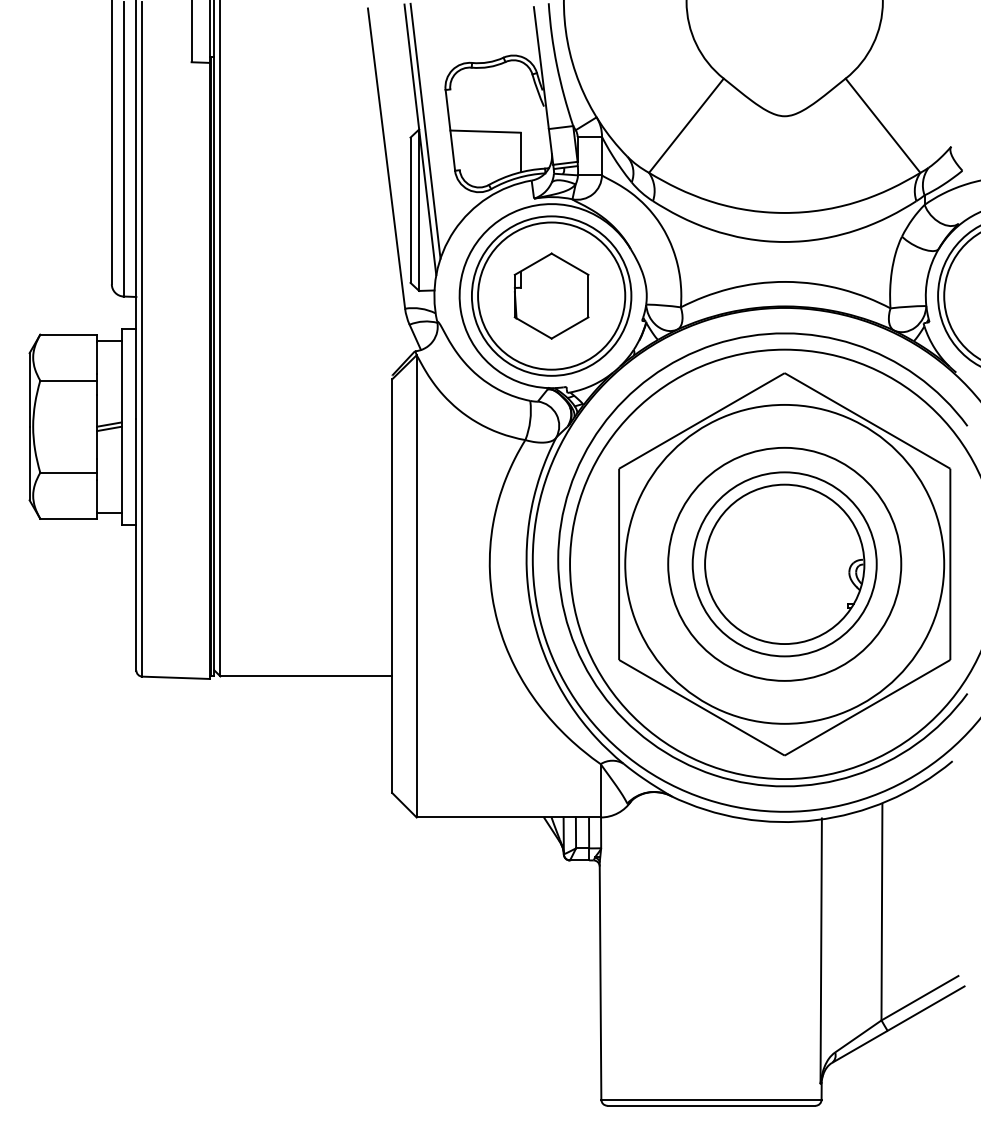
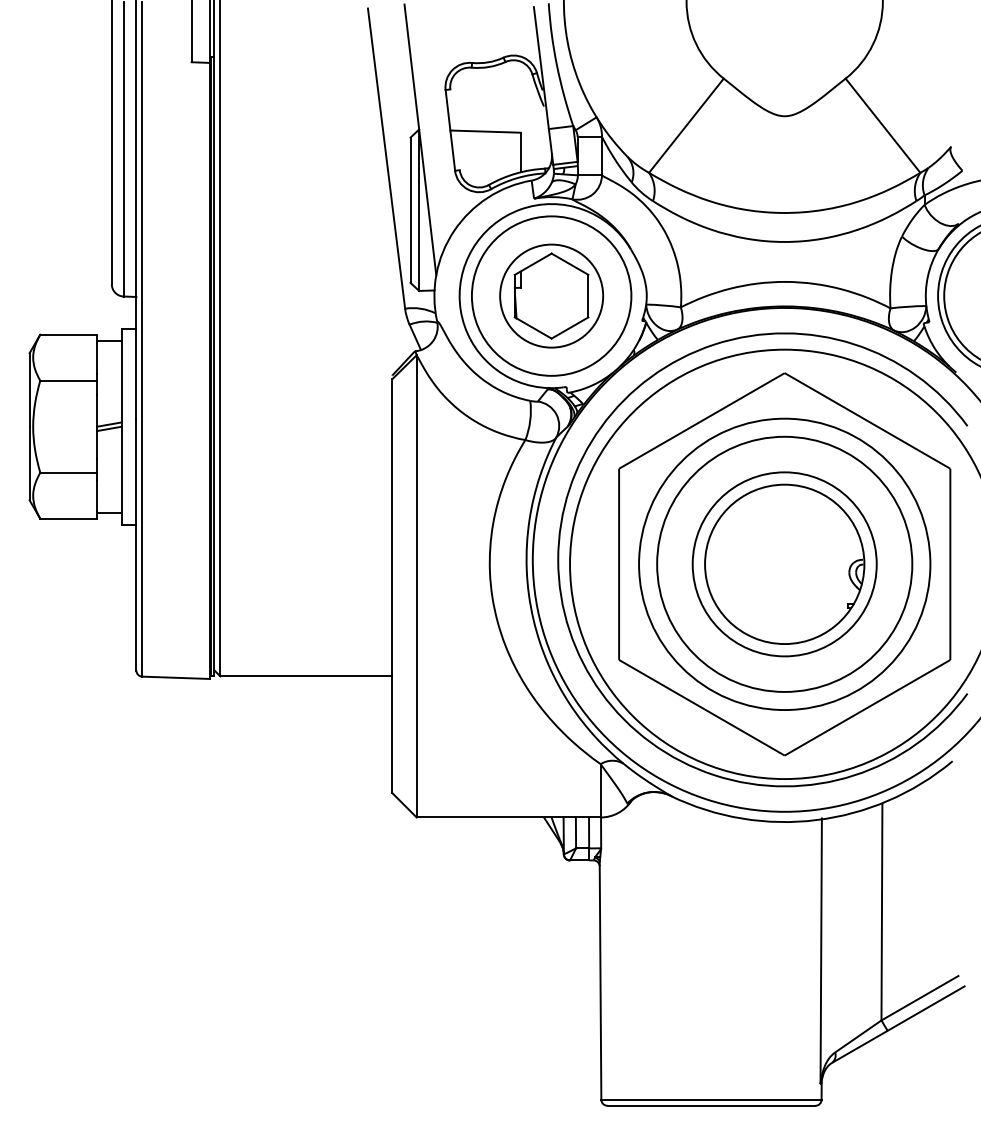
line at (425, 130): present -> none
circle at (551, 295) diameter: 147 px -> 103 px
circle at (784, 563) diameter: 233 px -> 291 px
circle at (784, 563) diameter: 319 px -> 255 px
